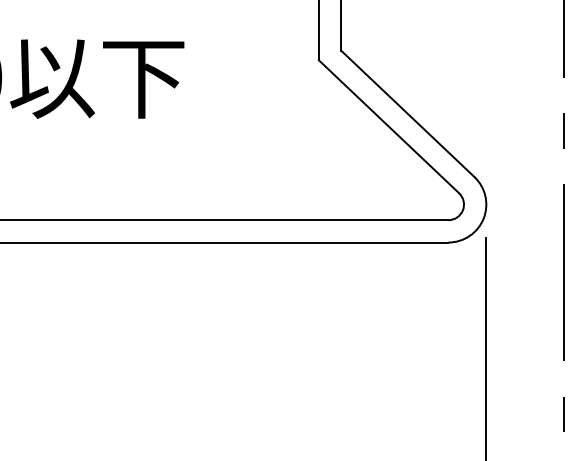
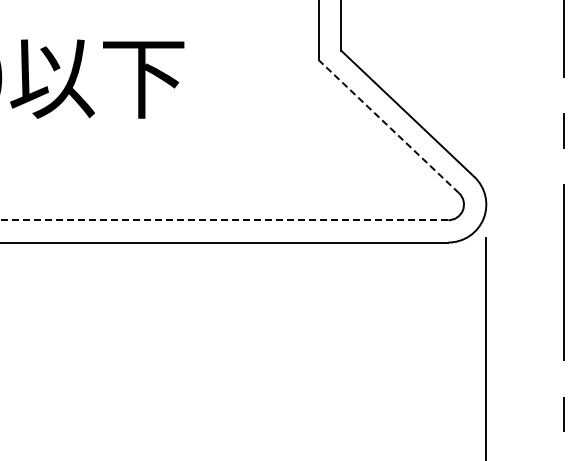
line at (389, 126): solid -> dashed
line at (224, 220): solid -> dashed
